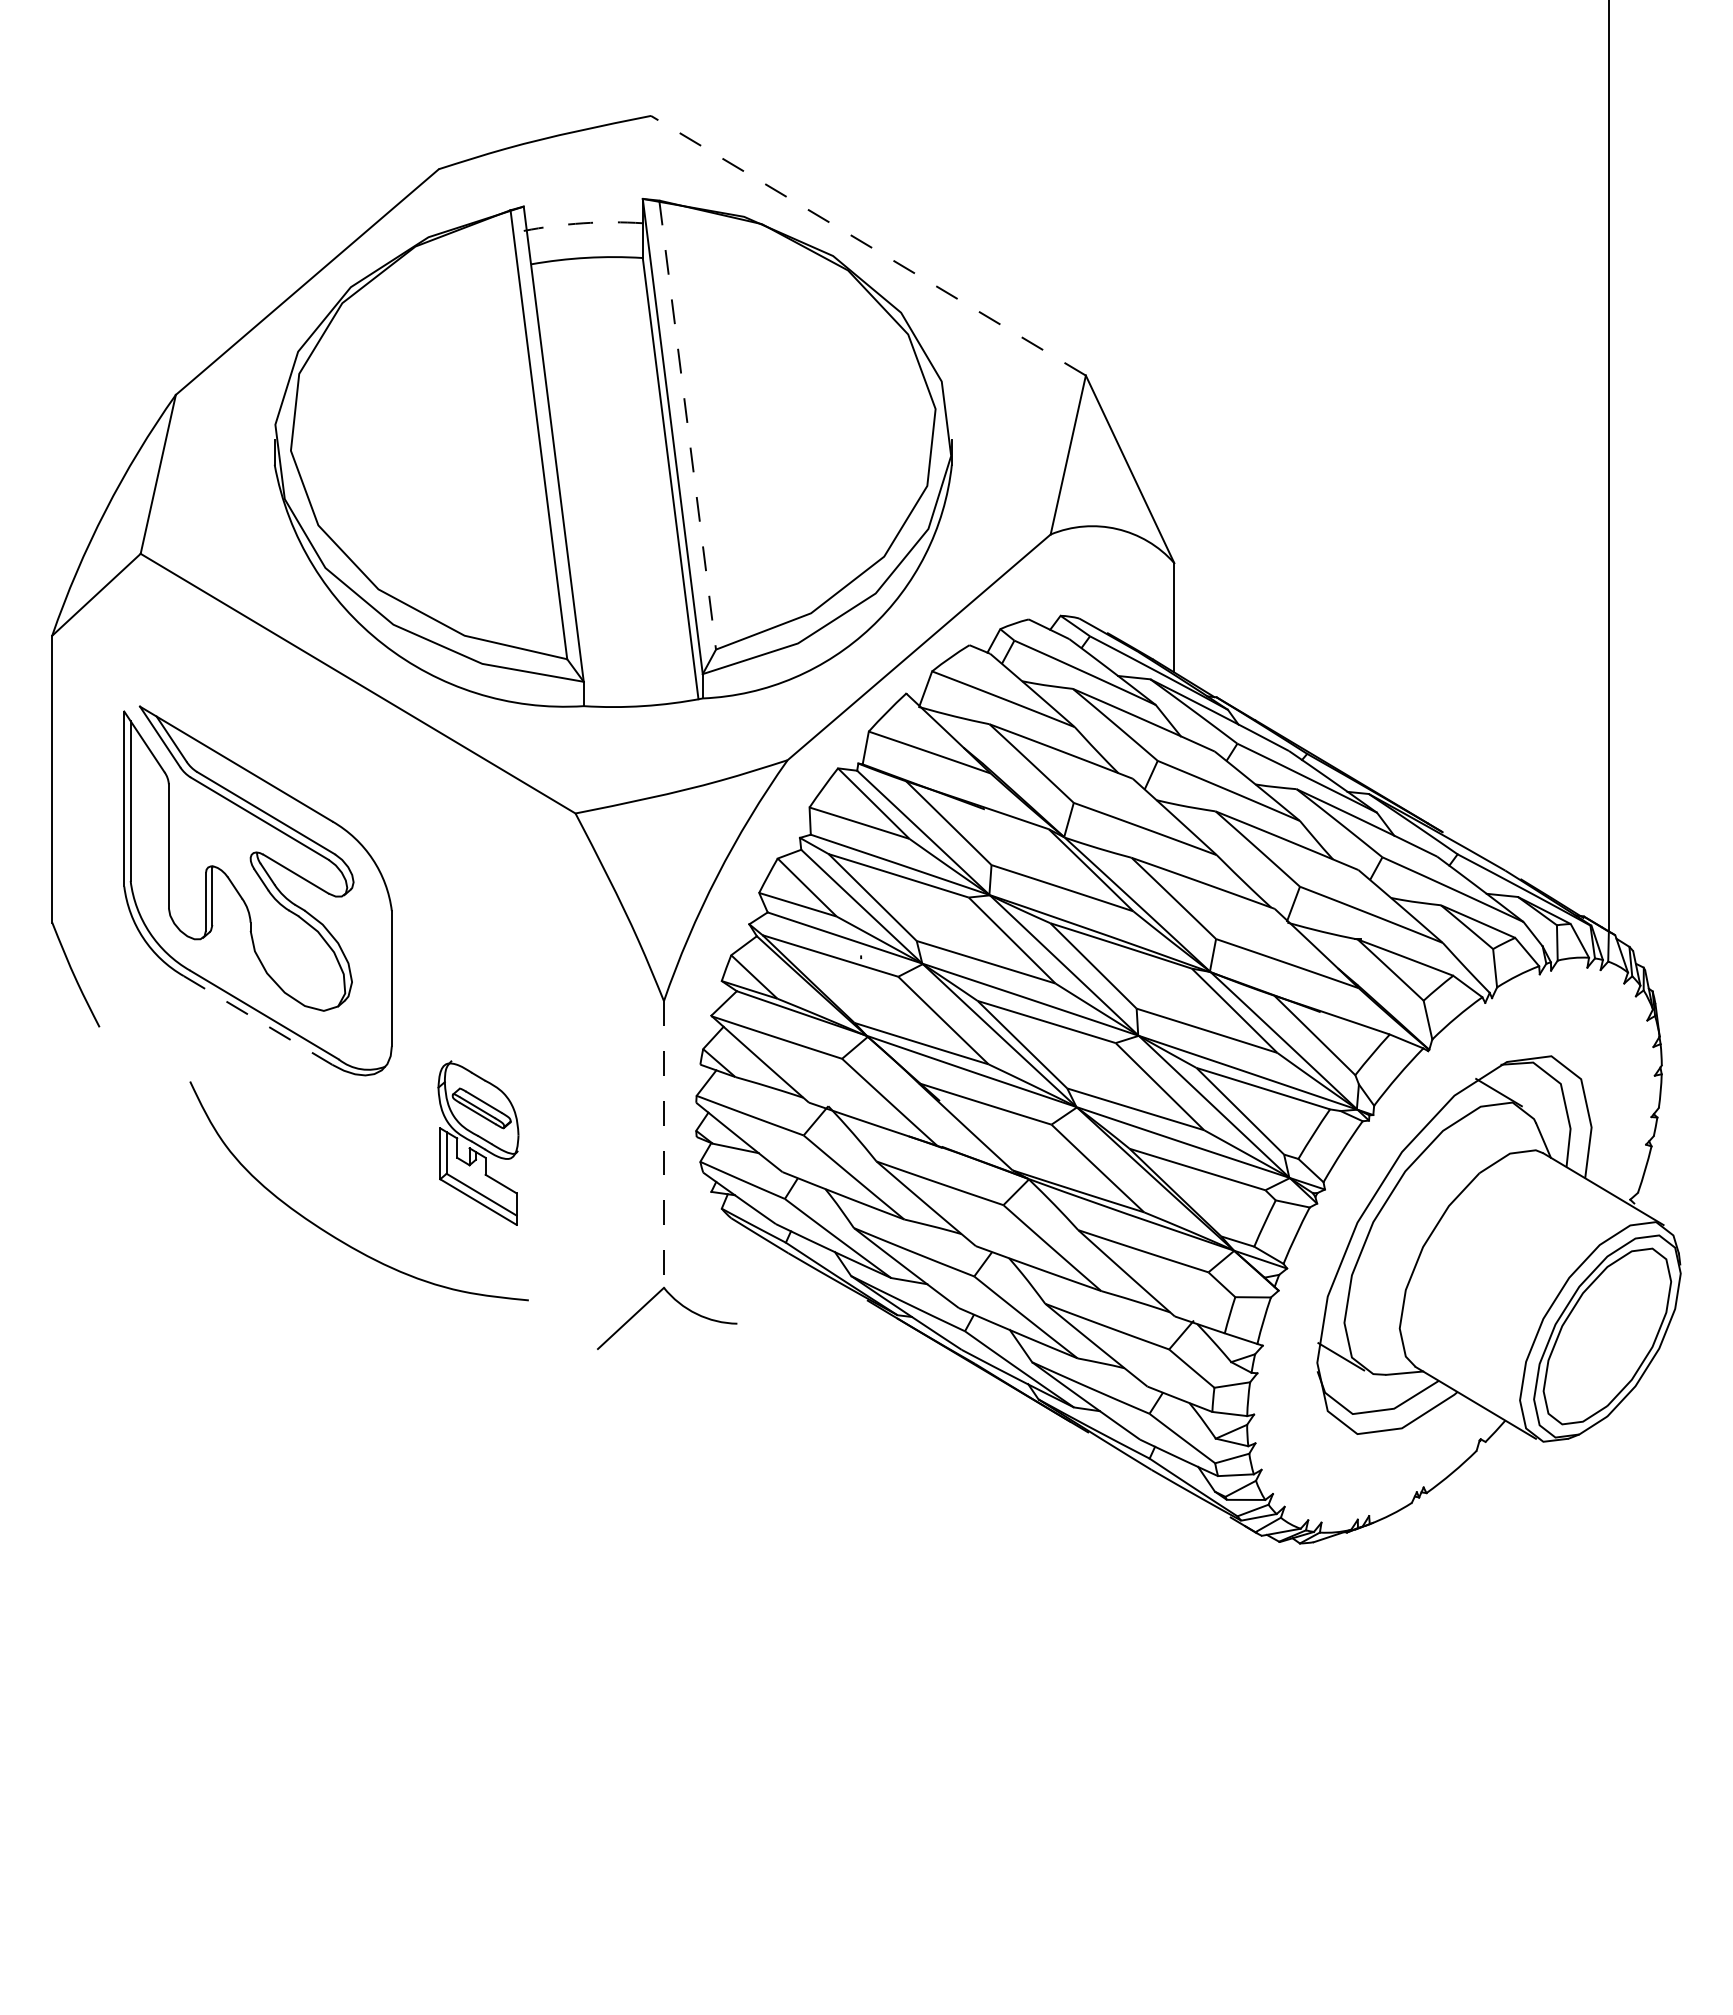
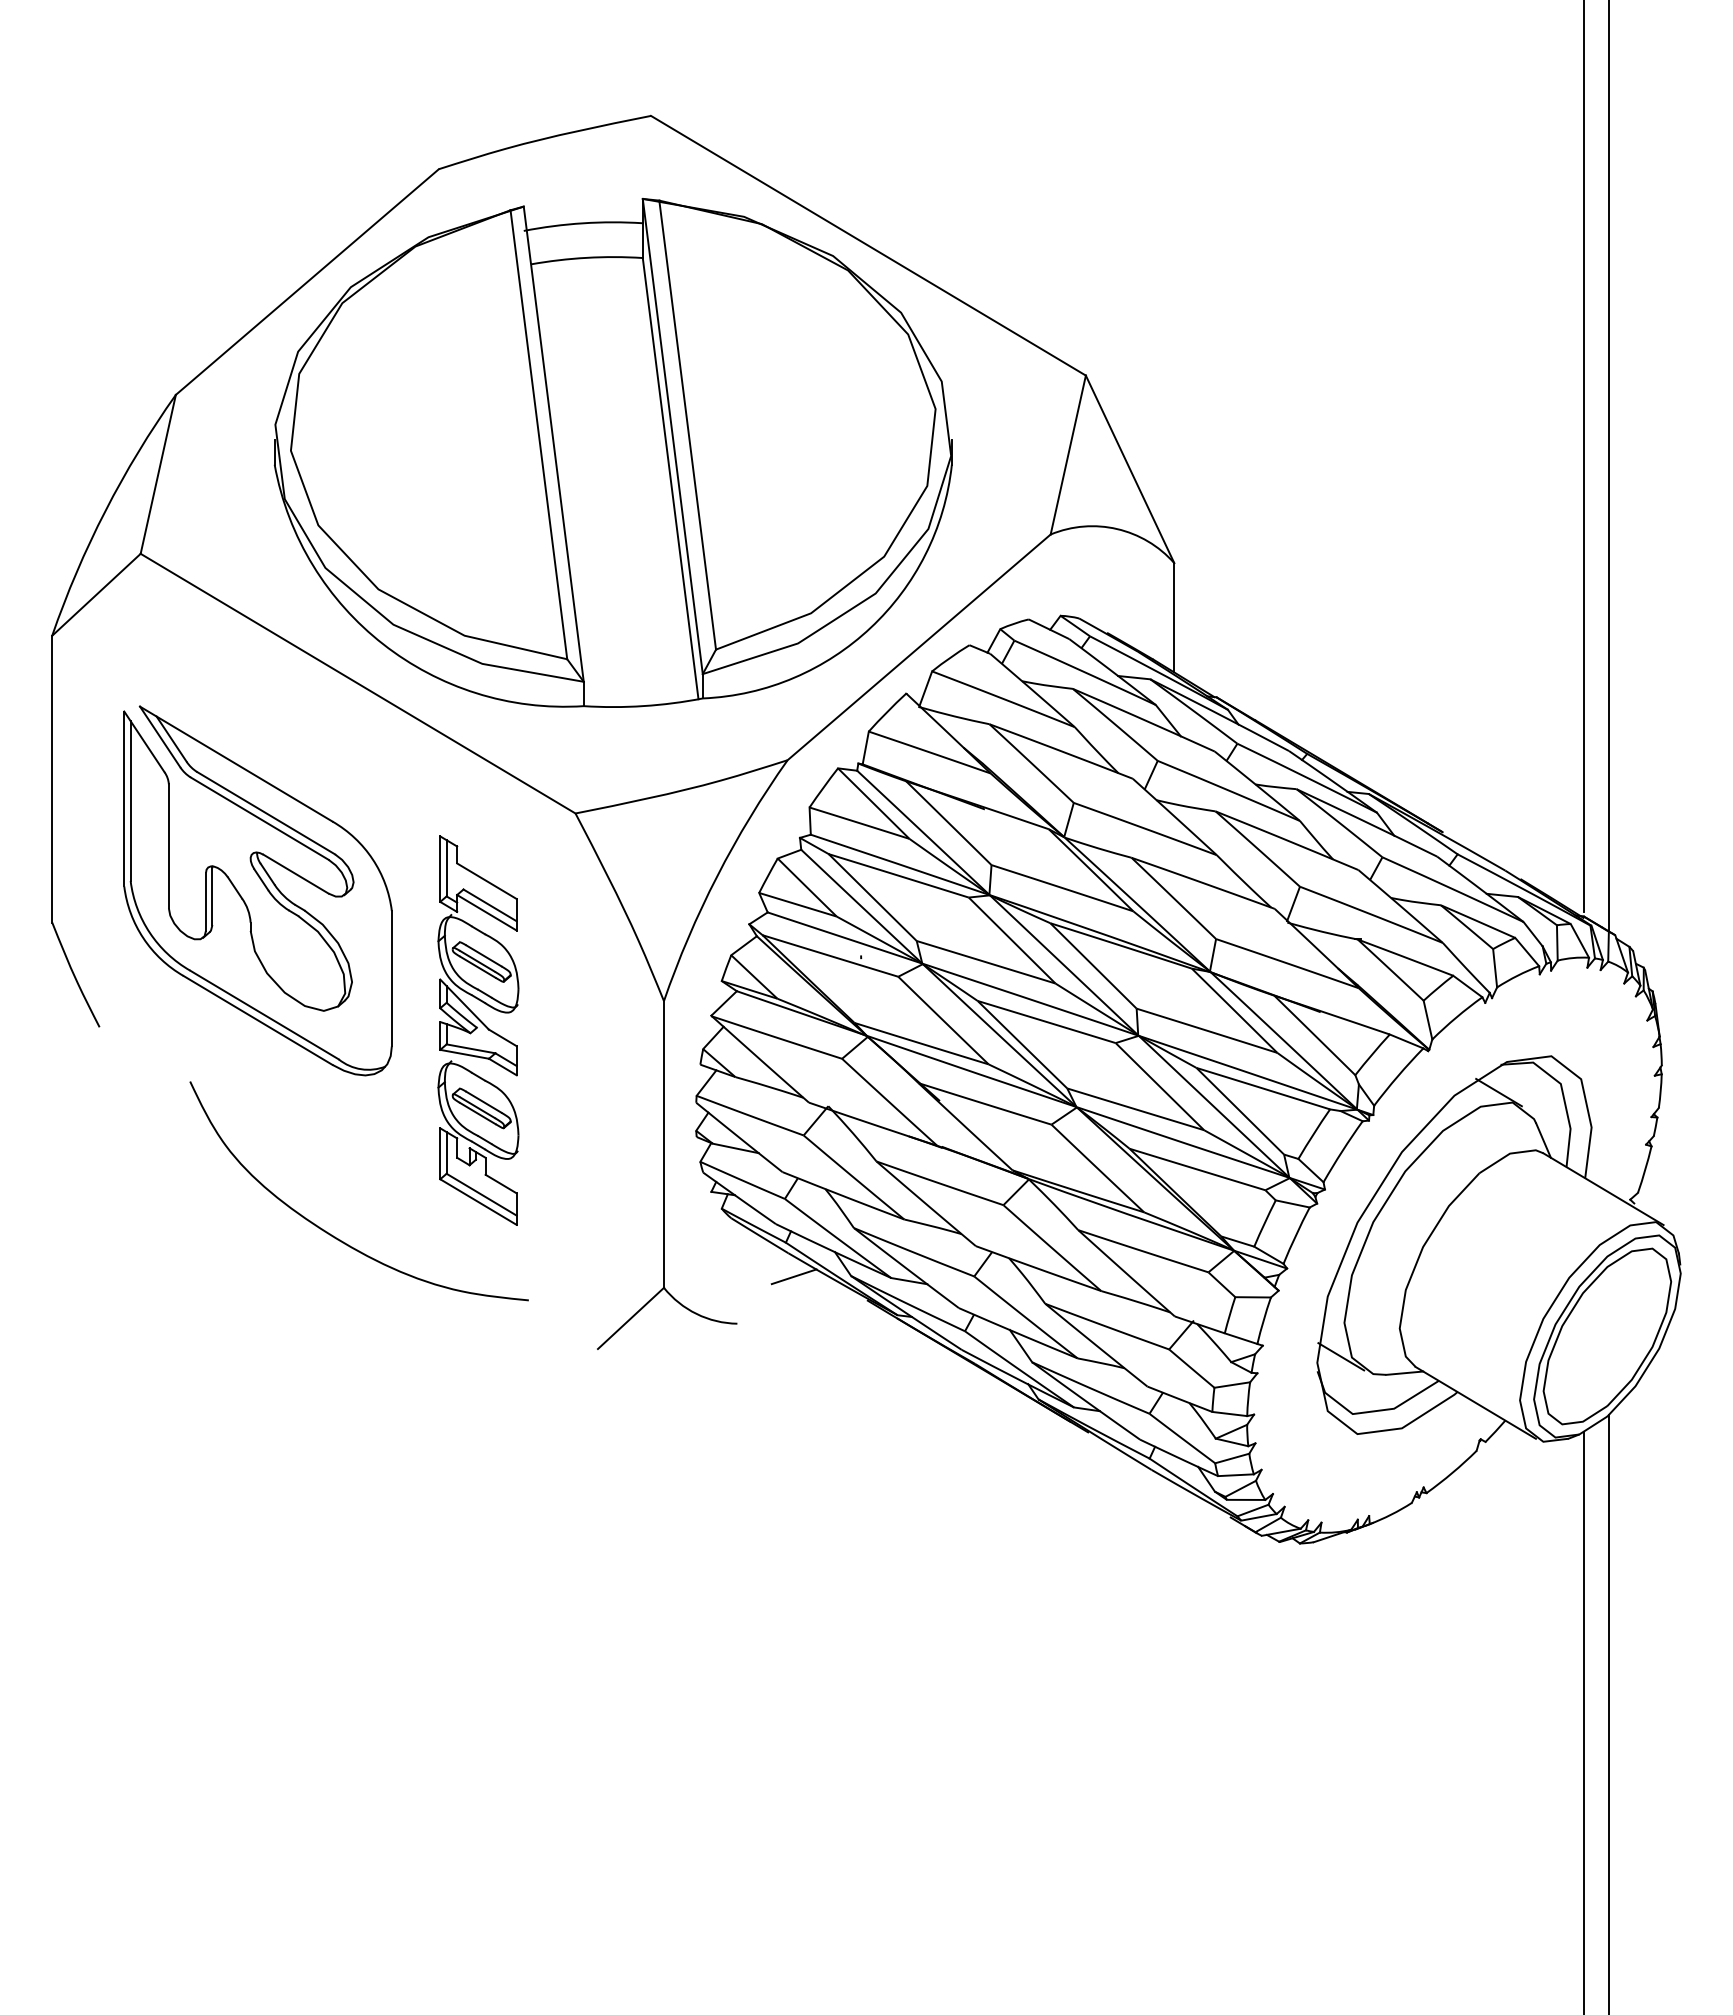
arc at (583, 223): dashed -> solid
line at (868, 245): dashed -> solid
line at (687, 425): dashed -> solid
line at (1584, 457): none -> present
part at (478, 955): none -> present
line at (258, 1020): dashed -> solid
line at (663, 1144): dashed -> solid
line at (793, 1276): none -> present
line at (1609, 1712): none -> present
line at (1584, 1721): none -> present
